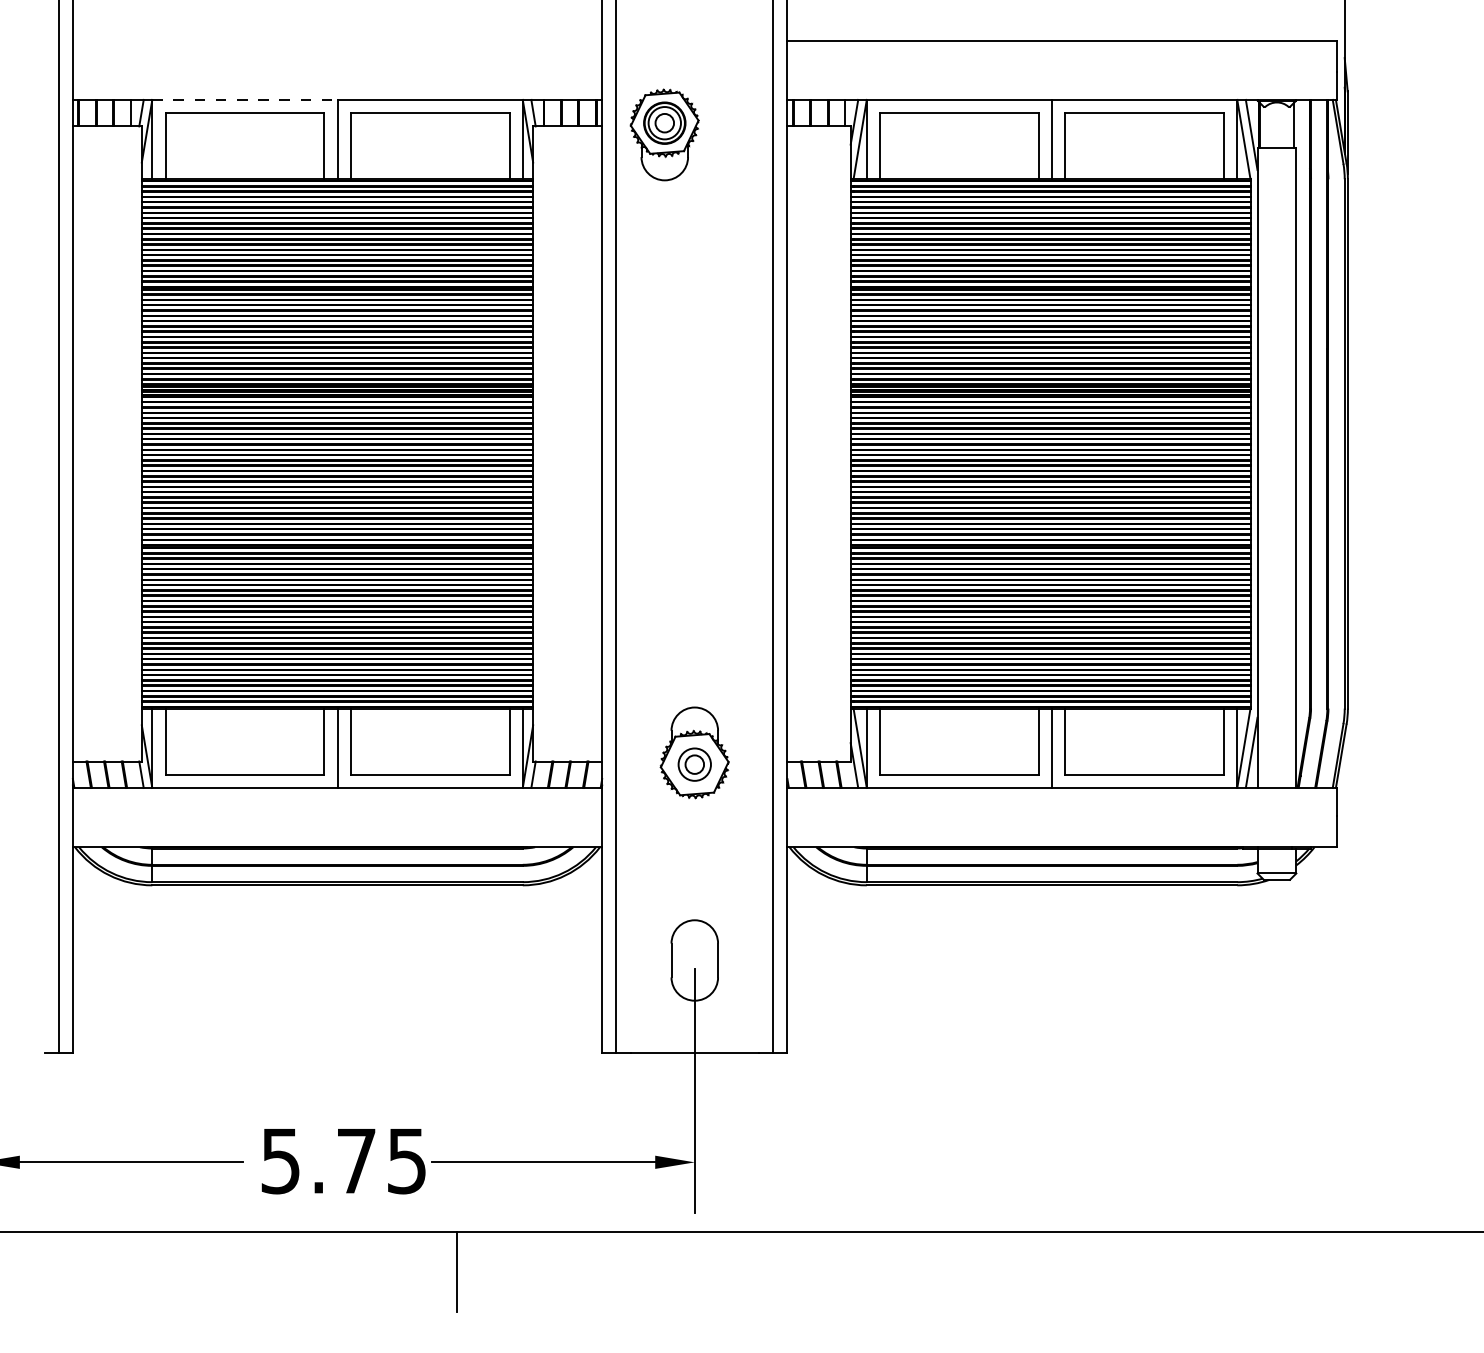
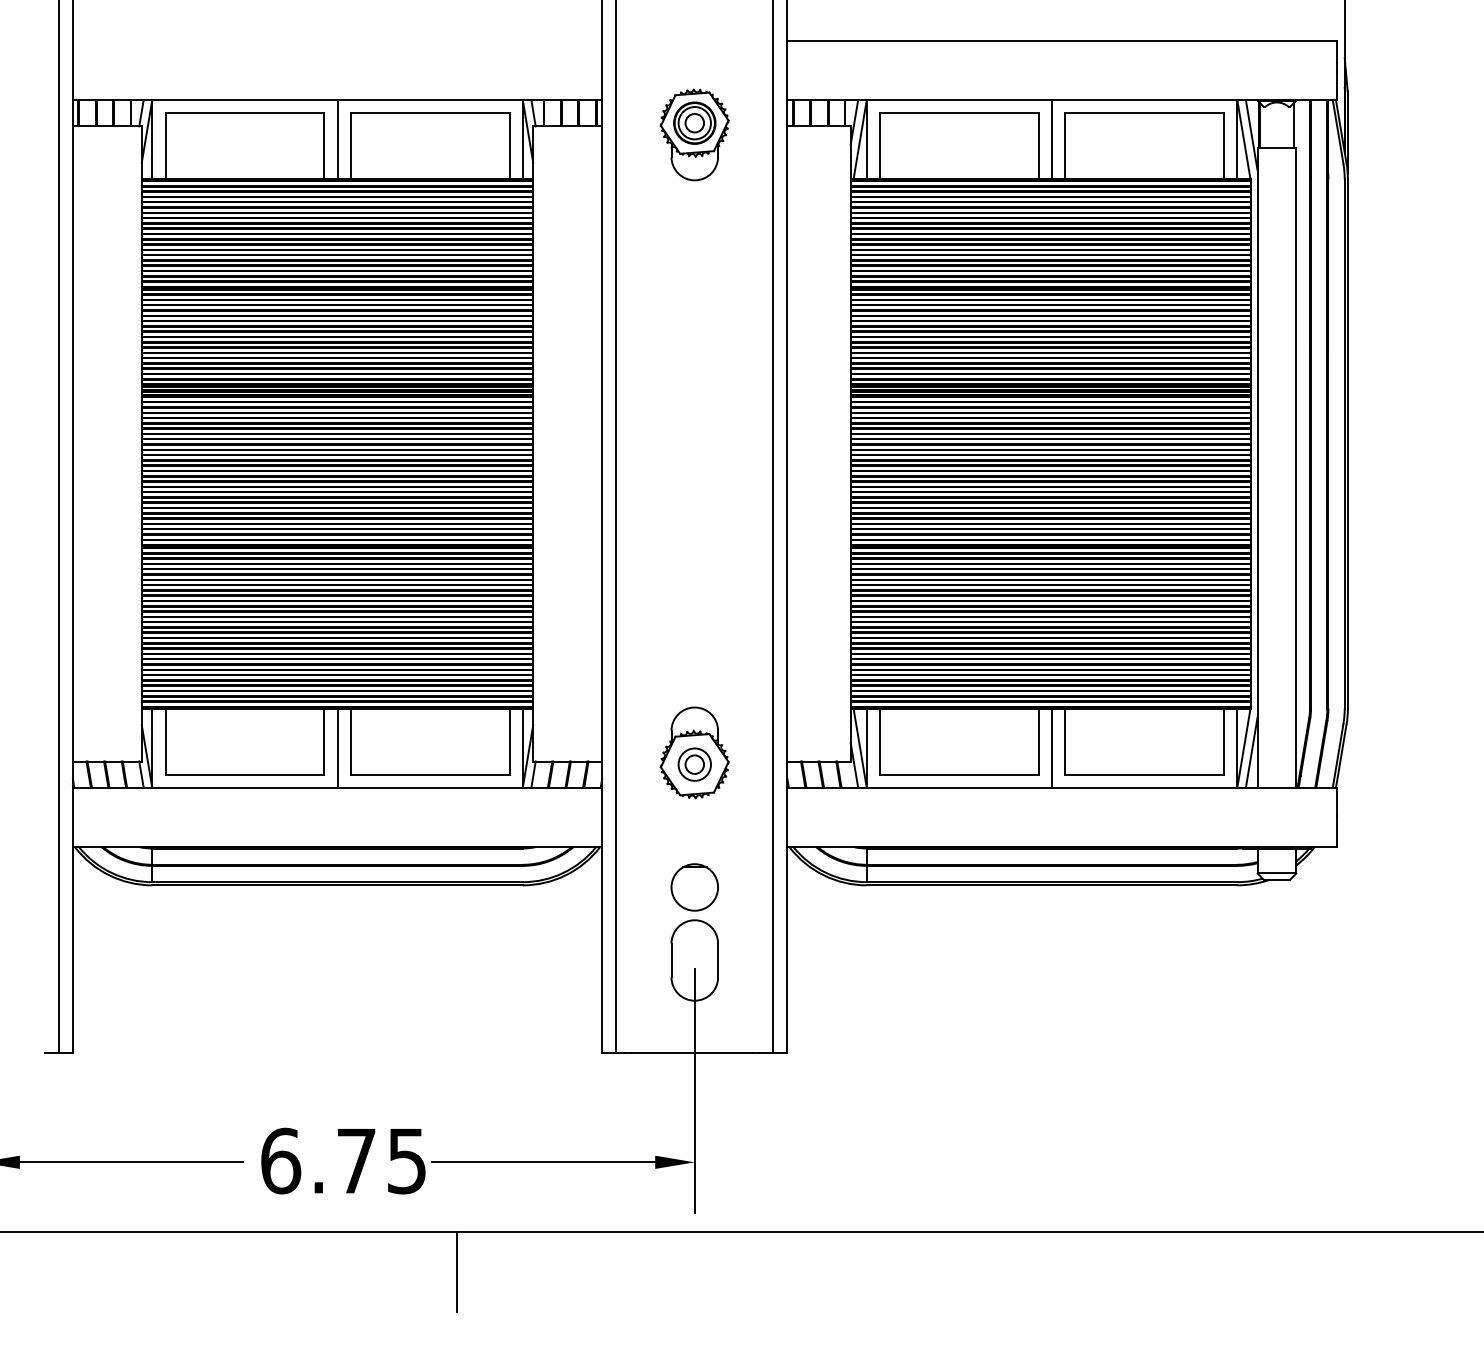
line at (244, 99): dashed -> solid
part at (664, 134) position: (664, 134) -> (694, 134)
part at (694, 887): none -> present
text at (281, 1160): 5.75 -> 6.75
